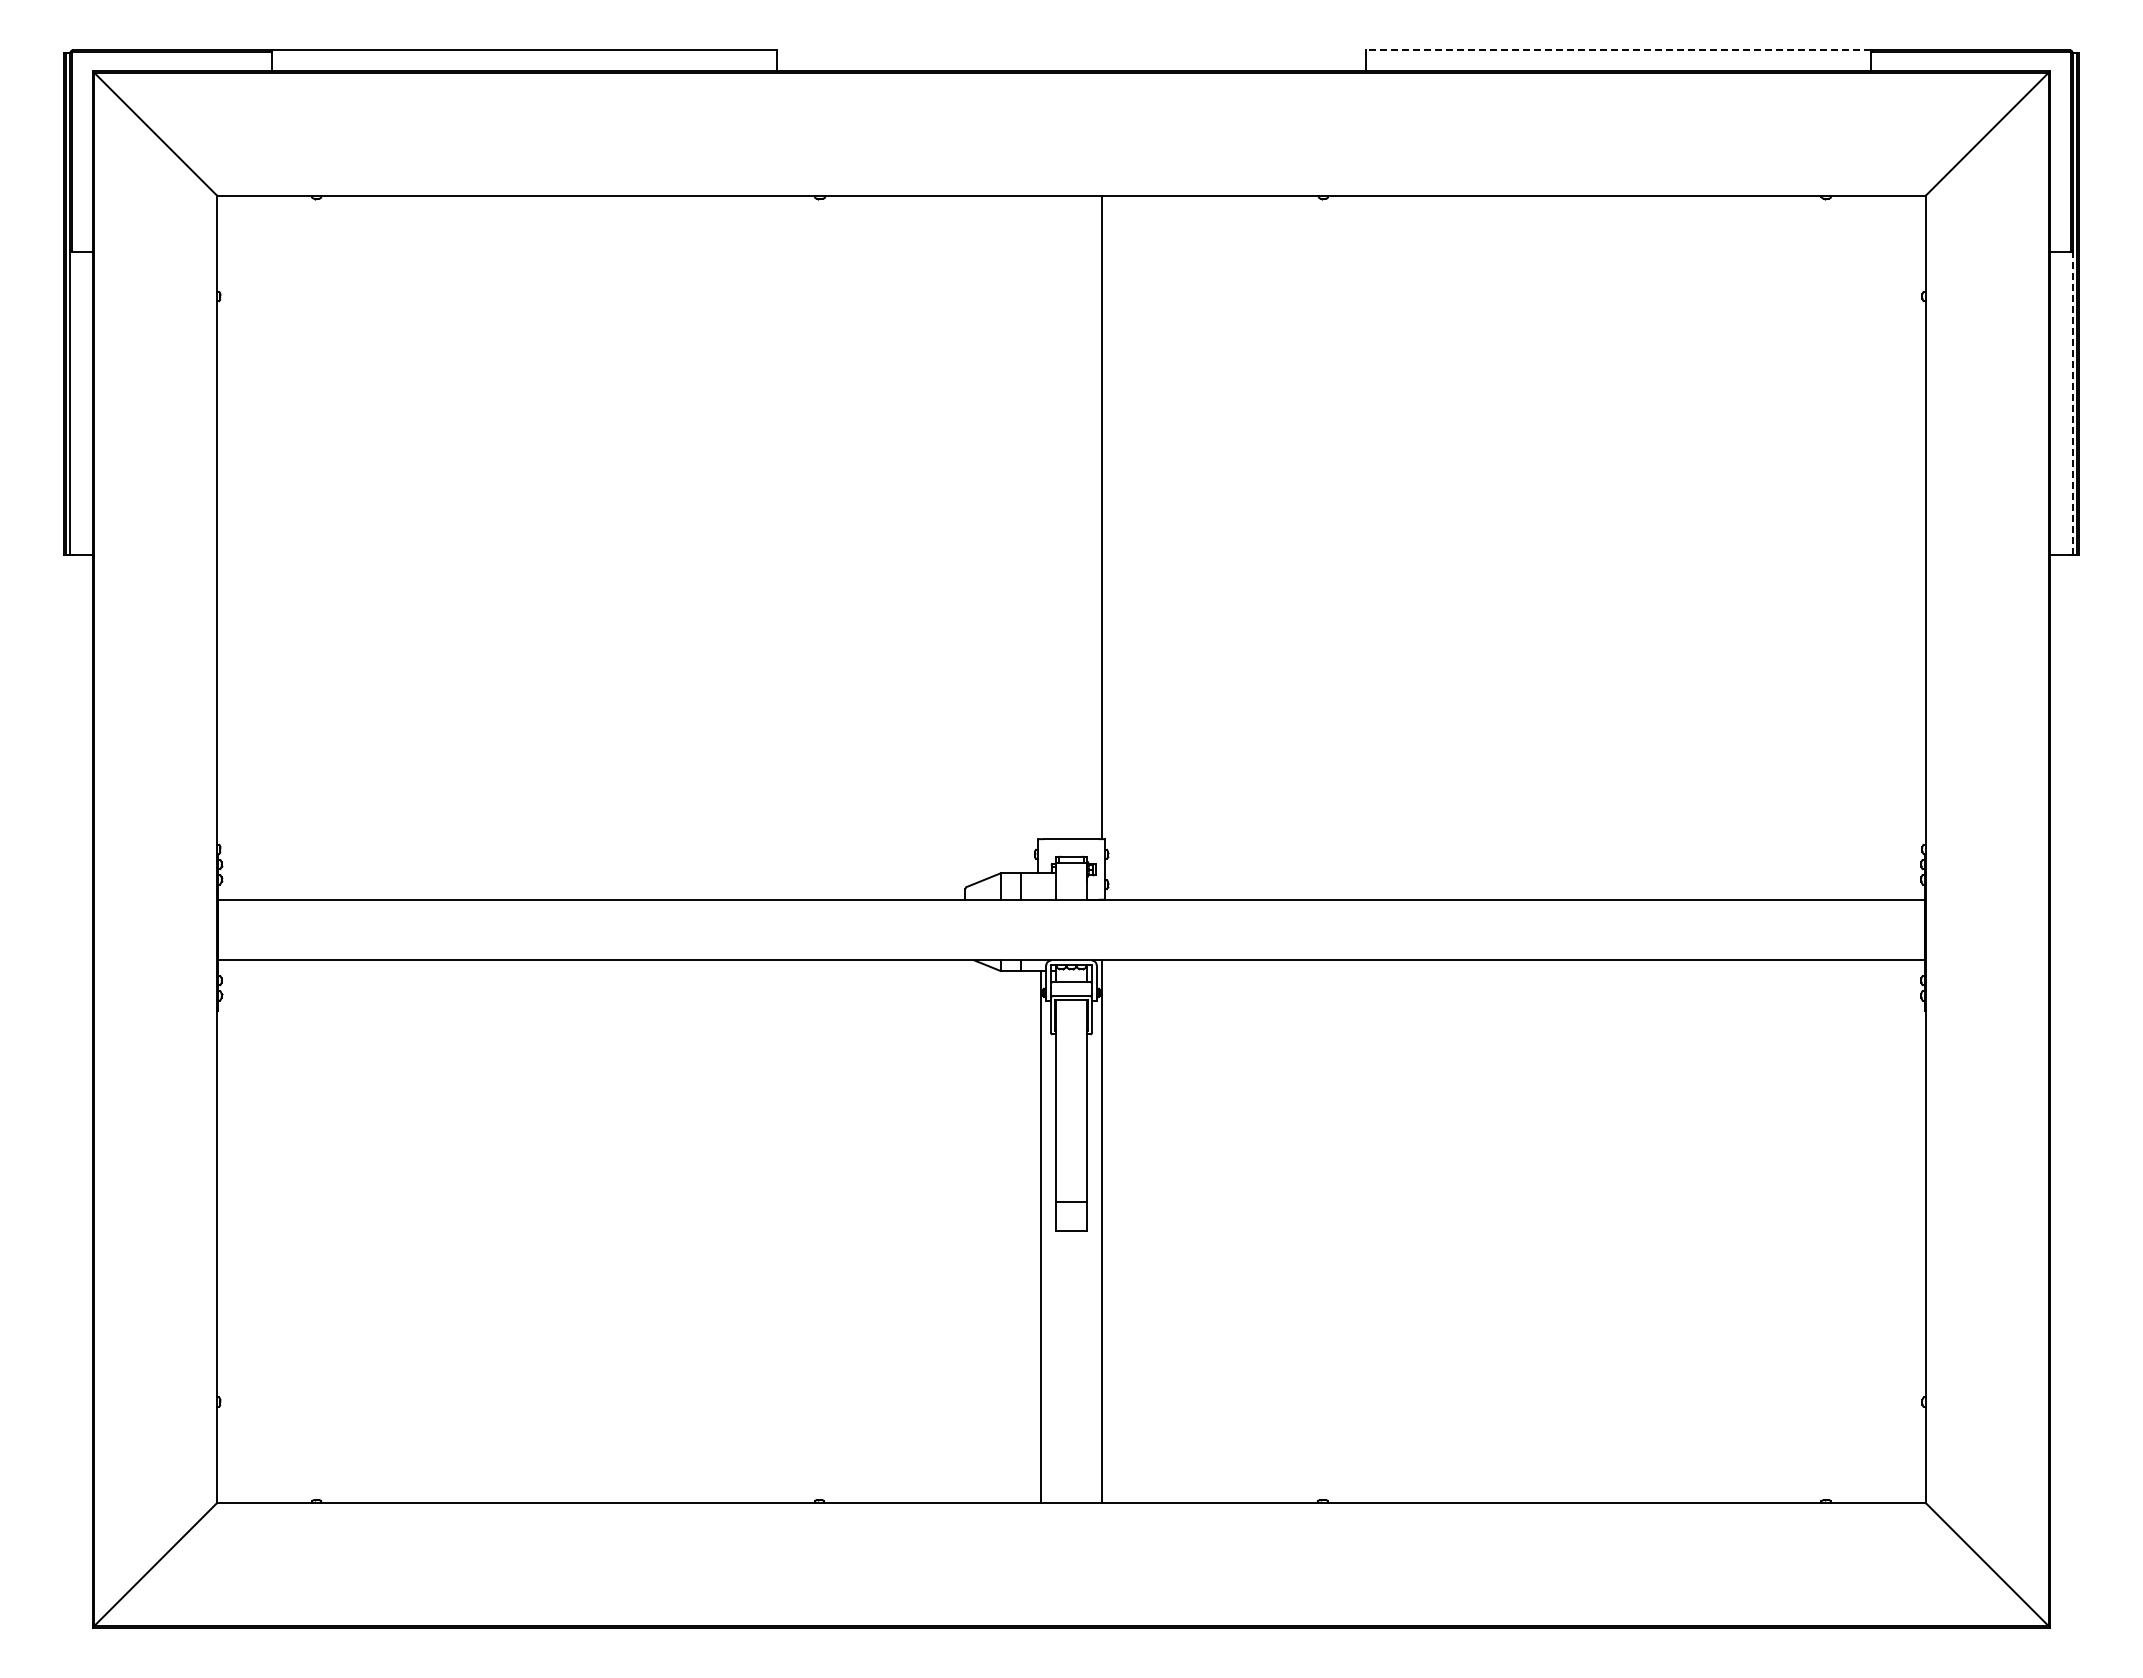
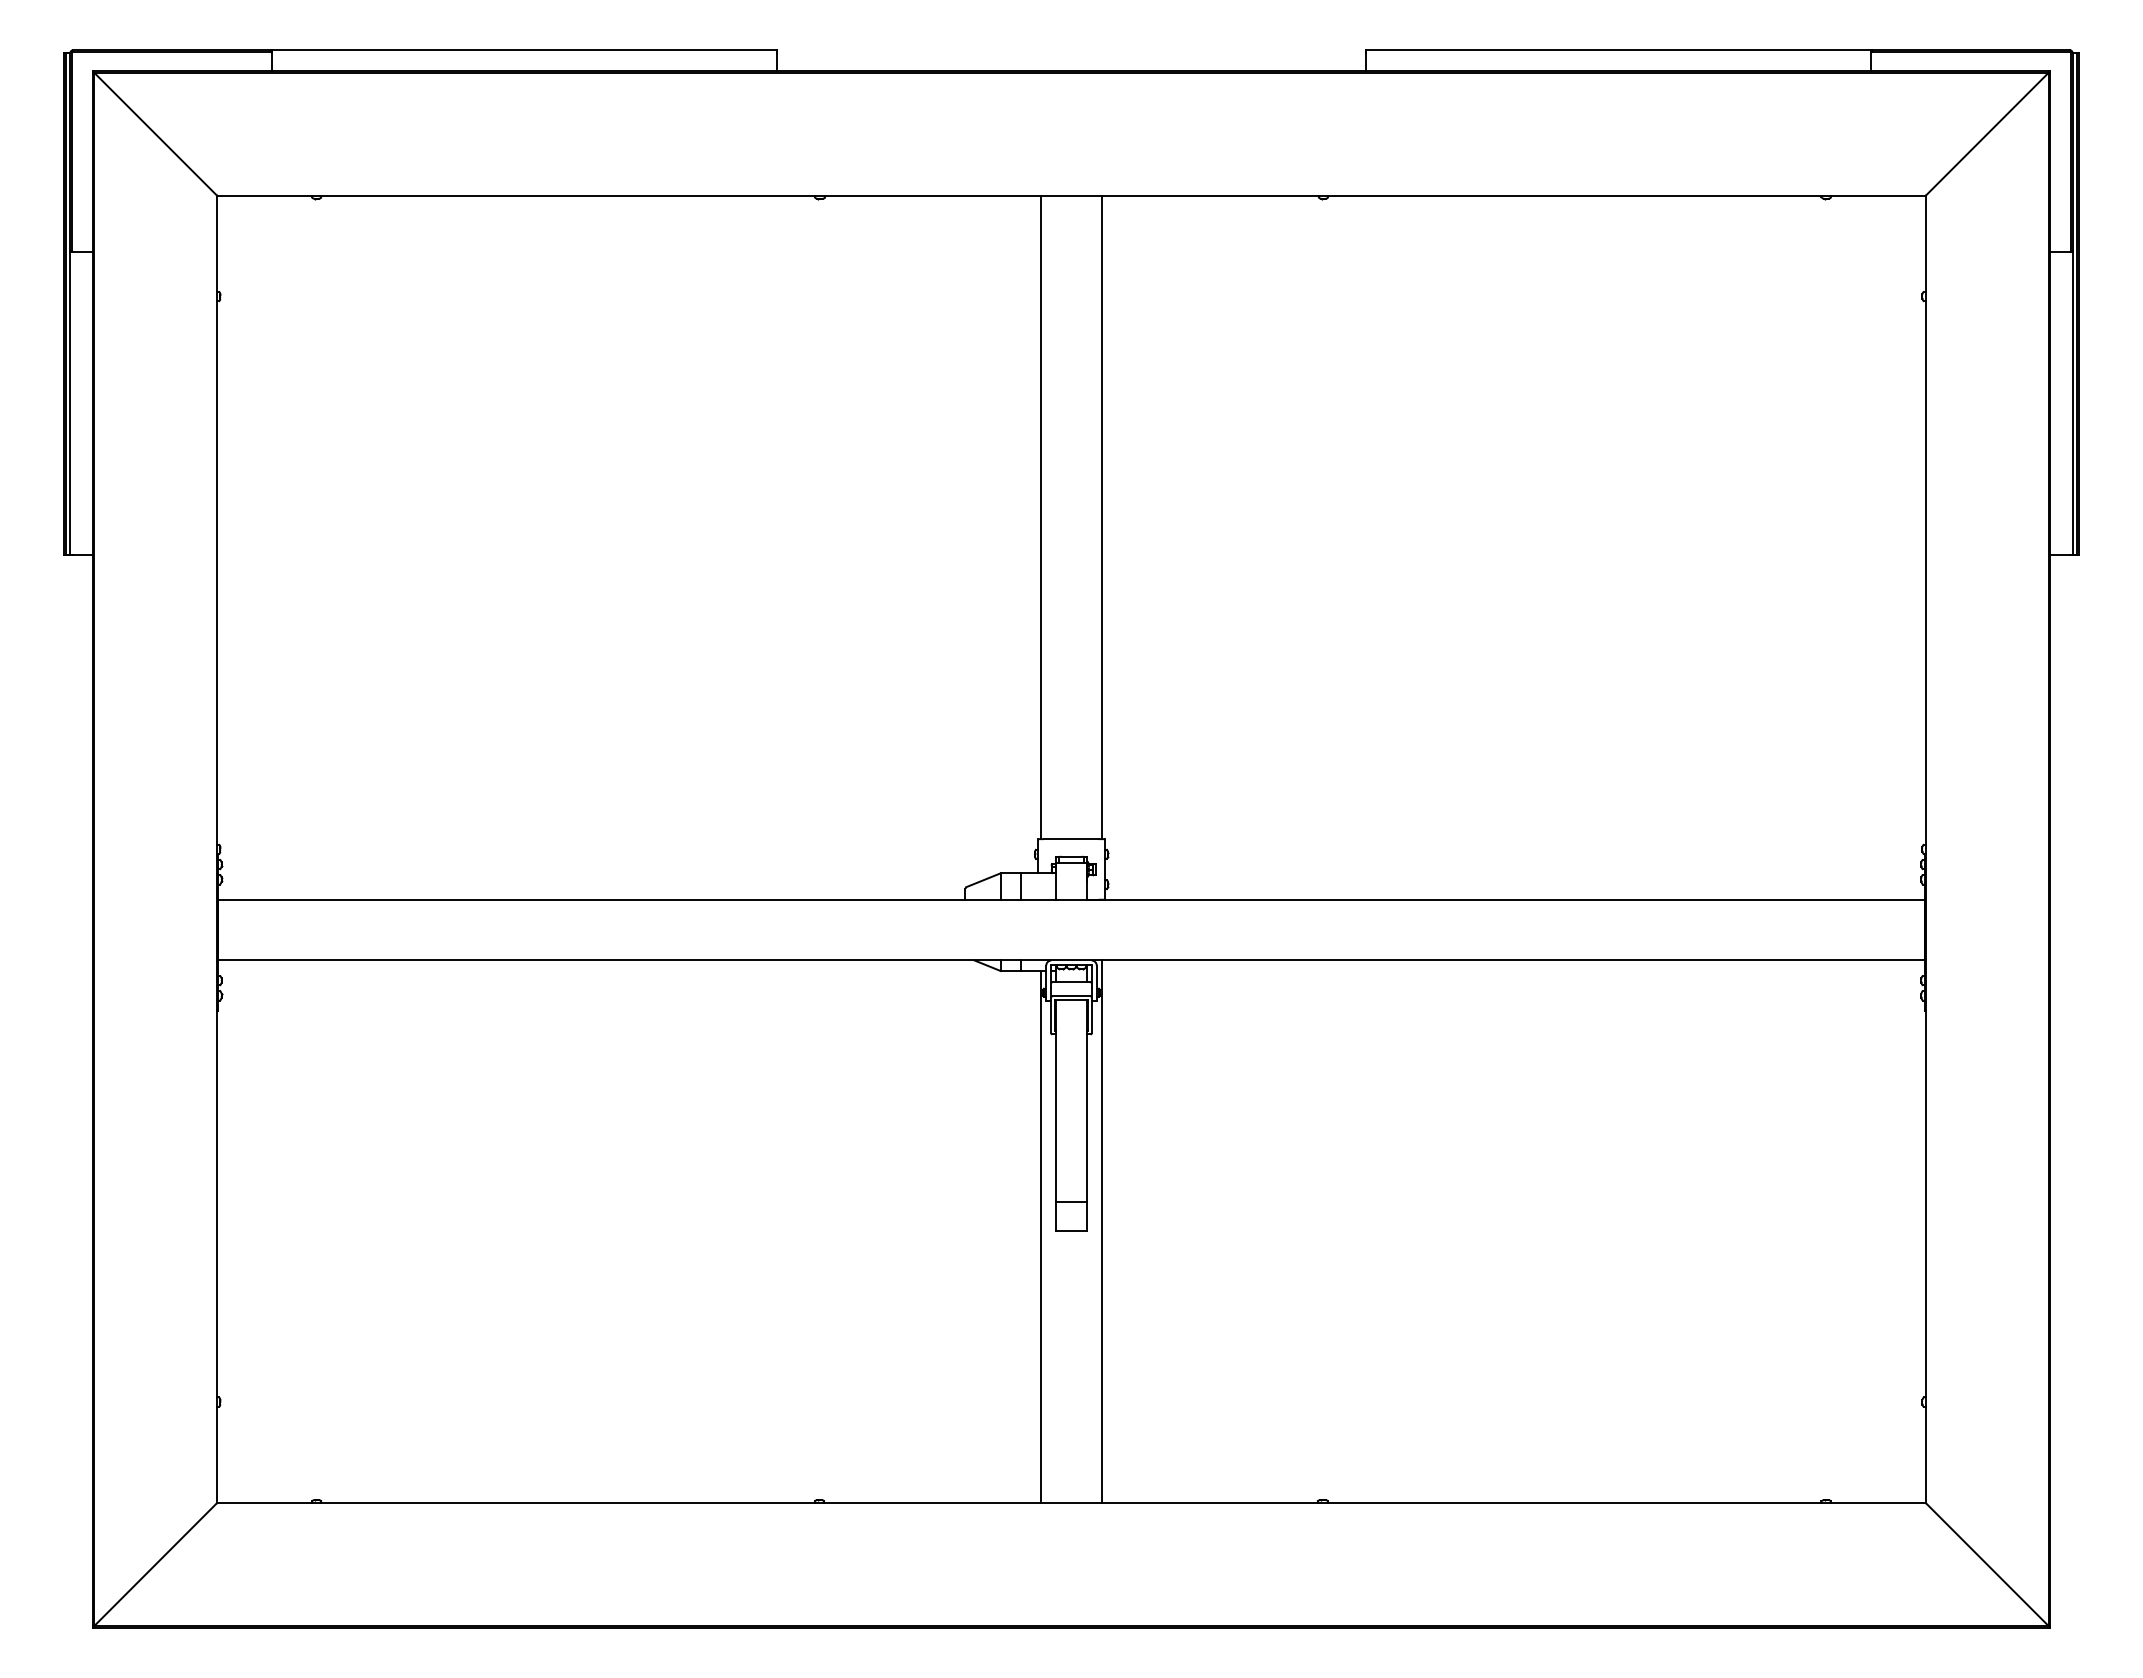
line at (1617, 50): dashed -> solid
line at (2072, 403): dashed -> solid
line at (1041, 517): none -> present
